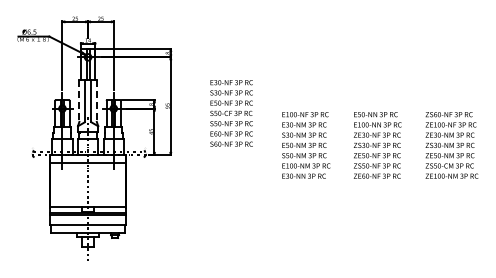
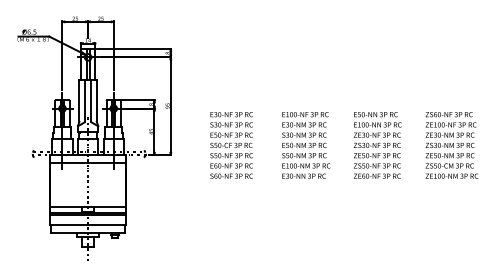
line at (79, 100): dashed -> solid
line at (96, 100): dashed -> solid
text at (231, 113) position: (231, 113) -> (231, 145)
